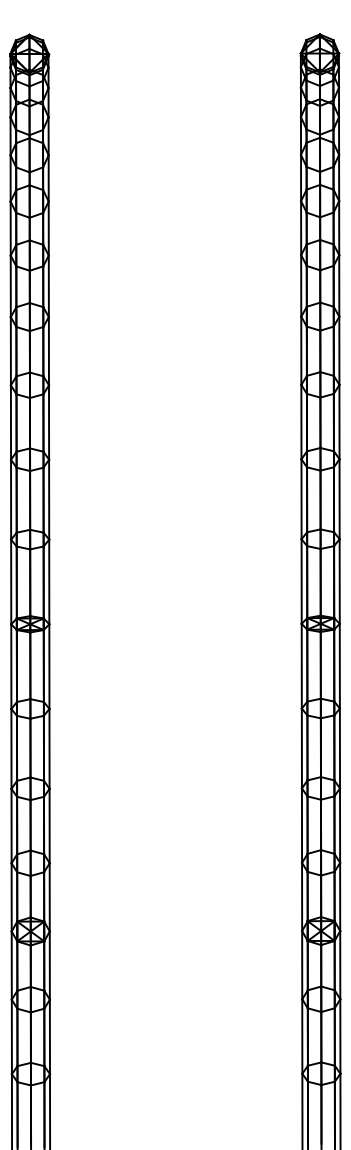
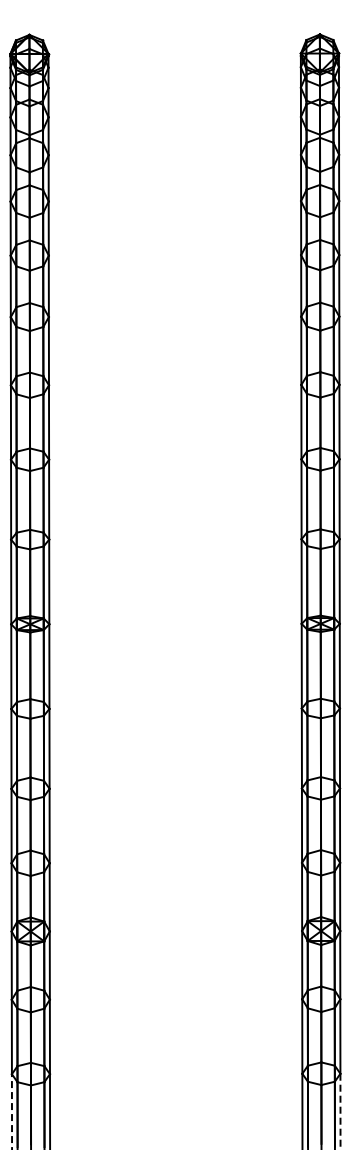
line at (11, 1111): solid -> dashed
line at (340, 1111): solid -> dashed
